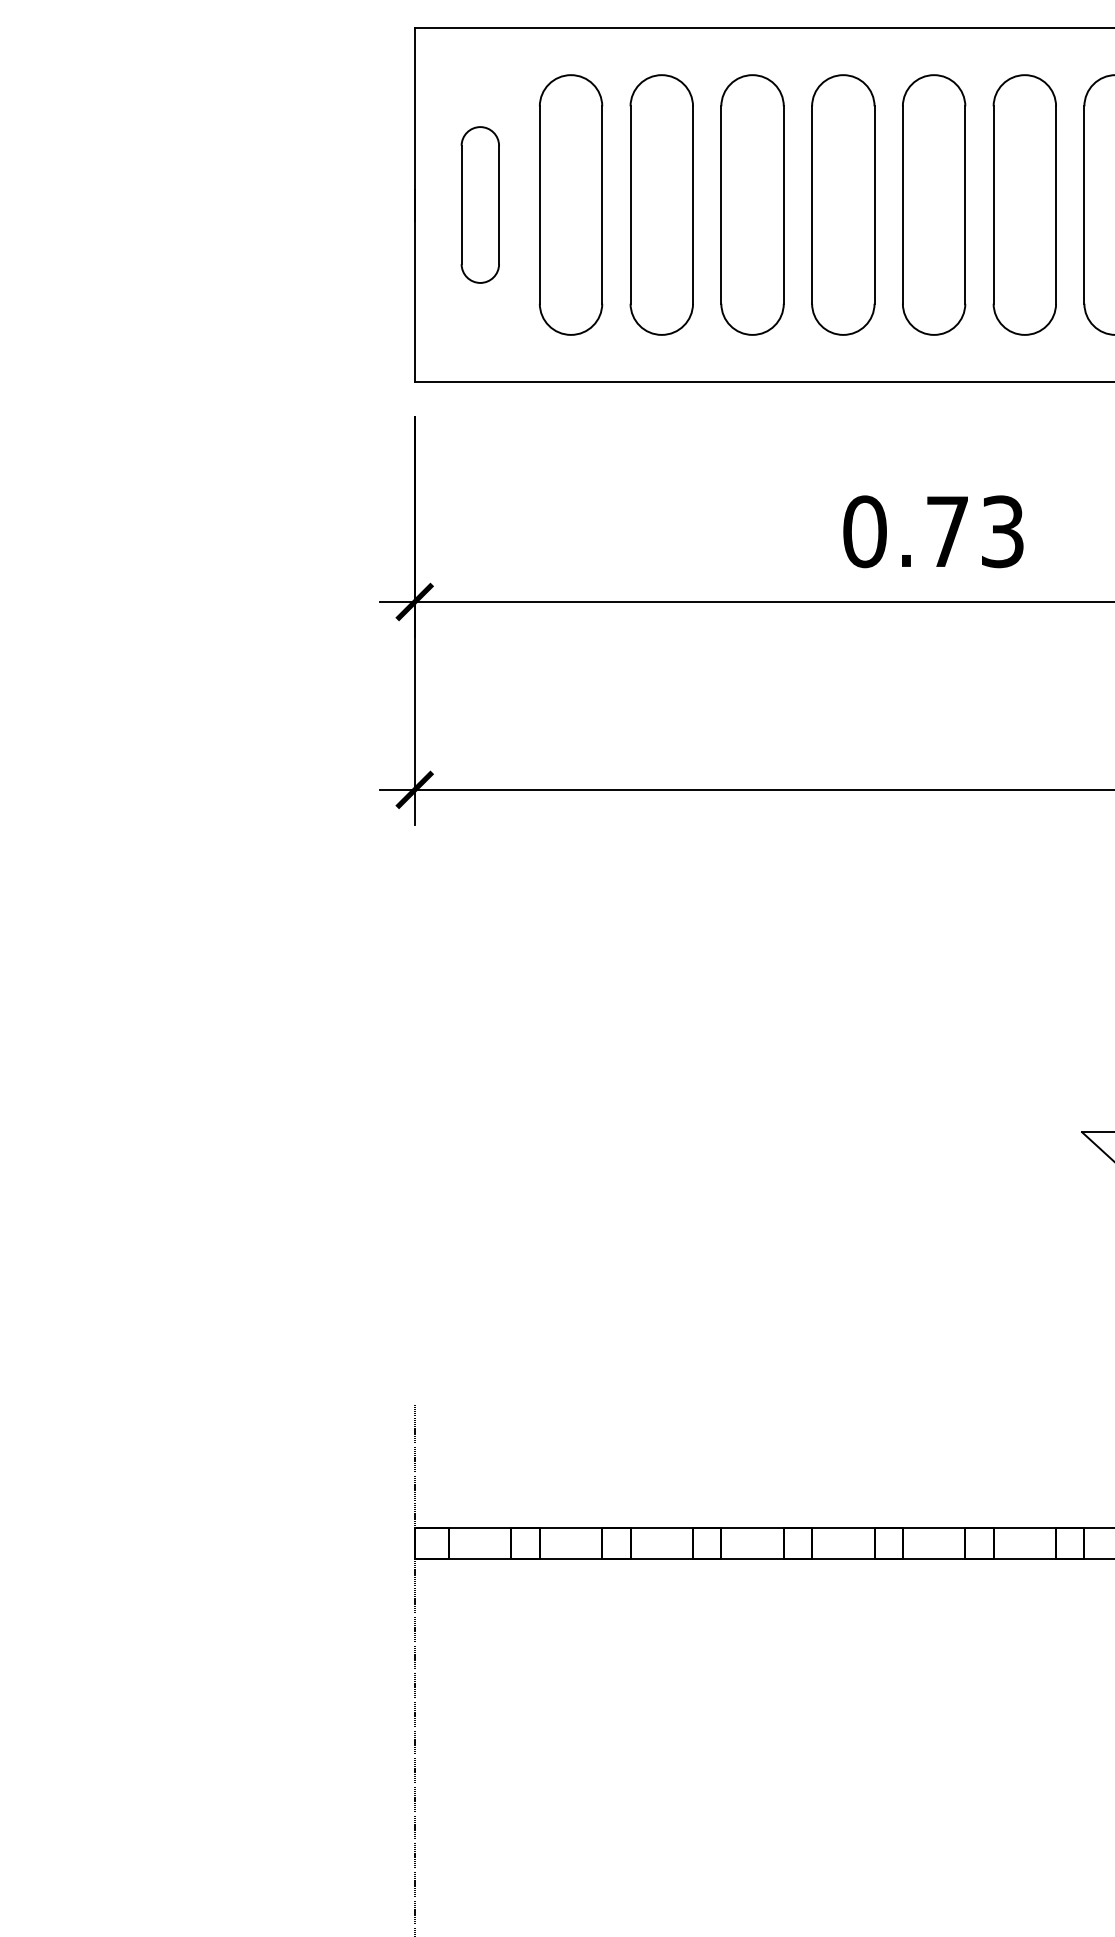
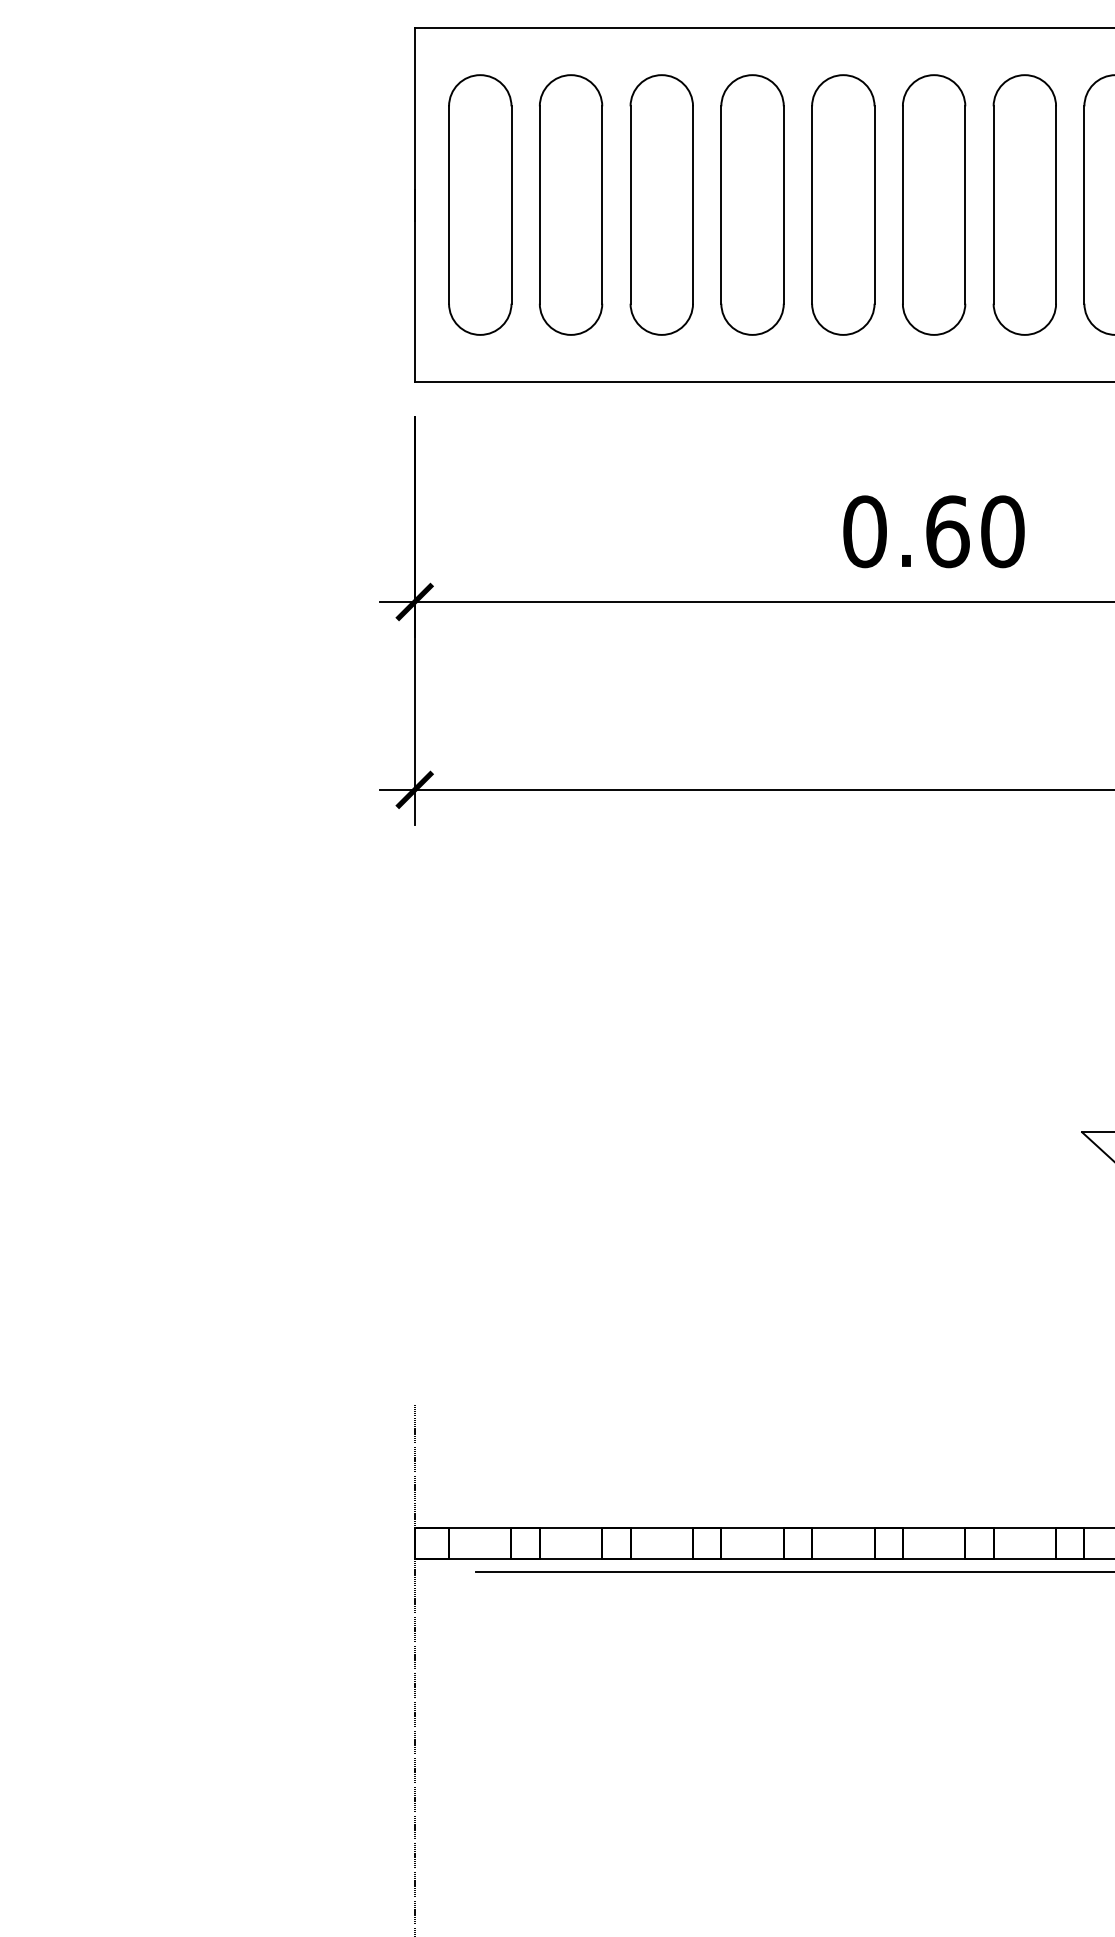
part at (479, 204) size: 40x158 px -> 65x262 px
text at (975, 531): 0.73 -> 0.60
line at (793, 1571): none -> present
